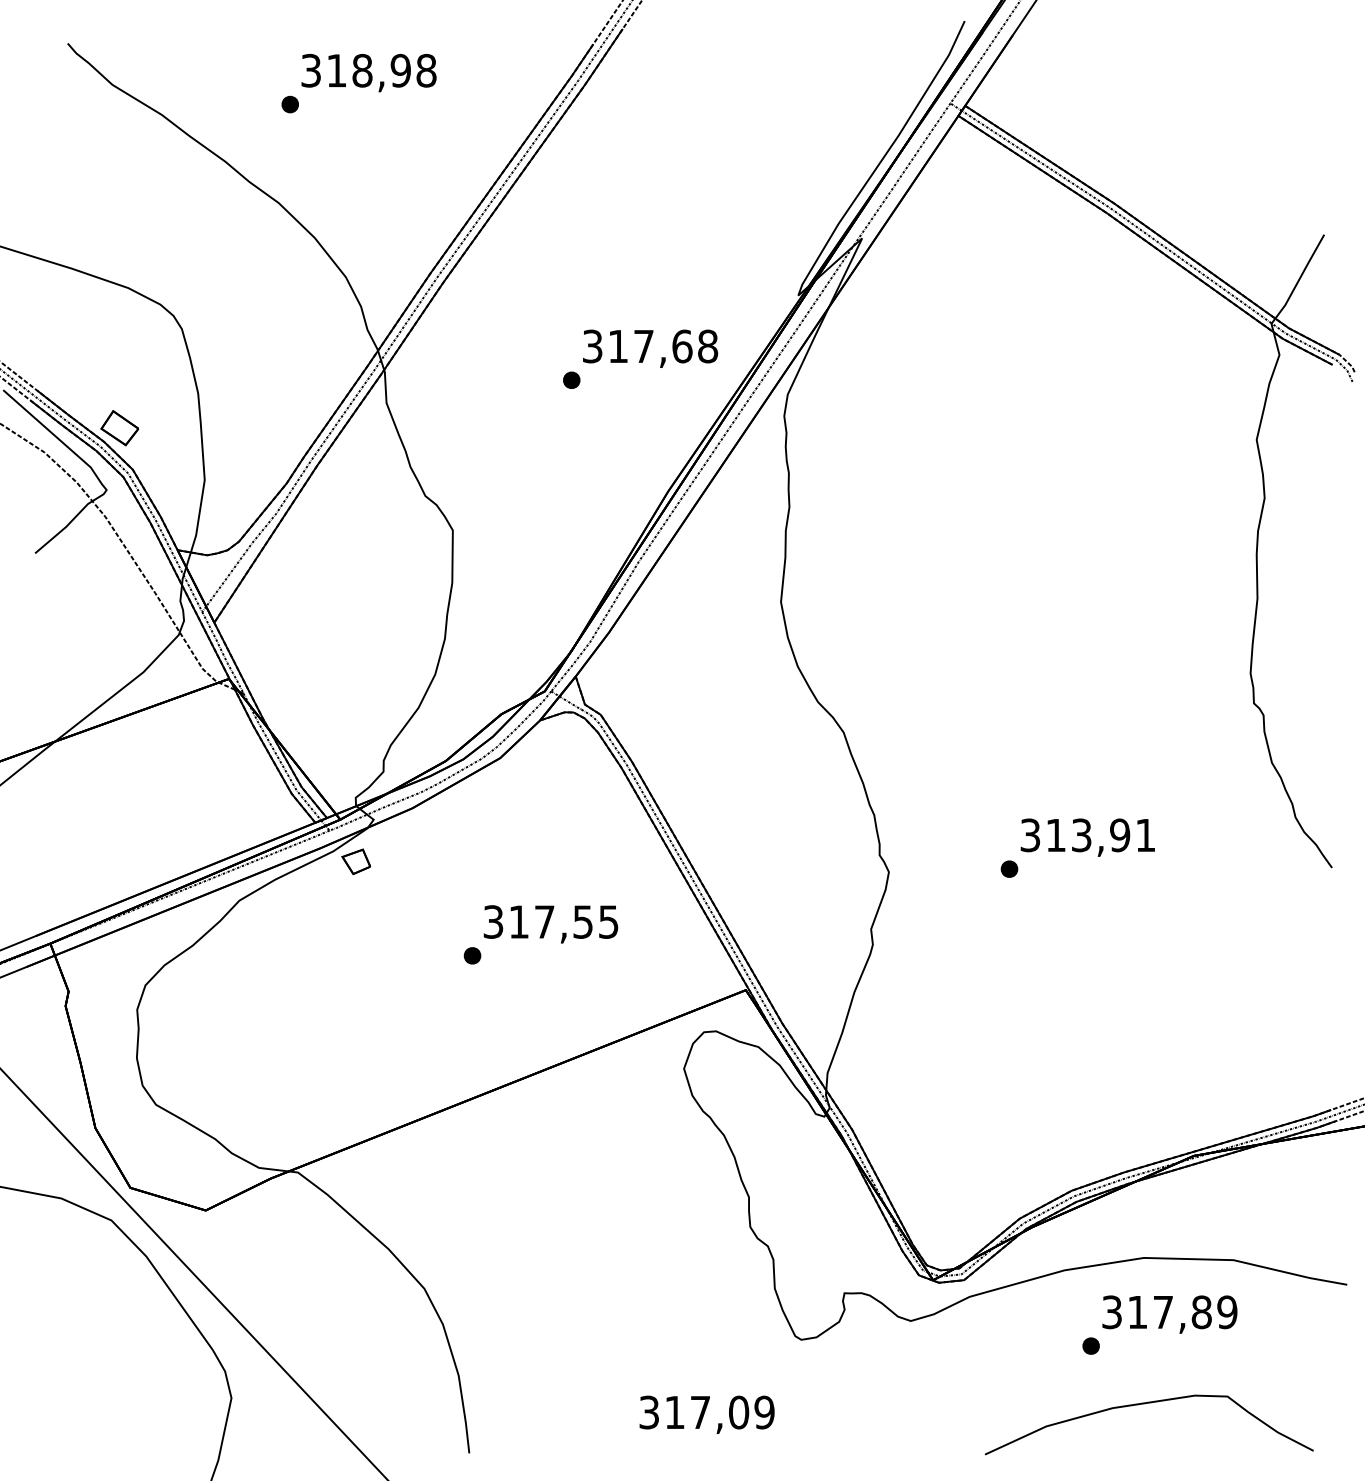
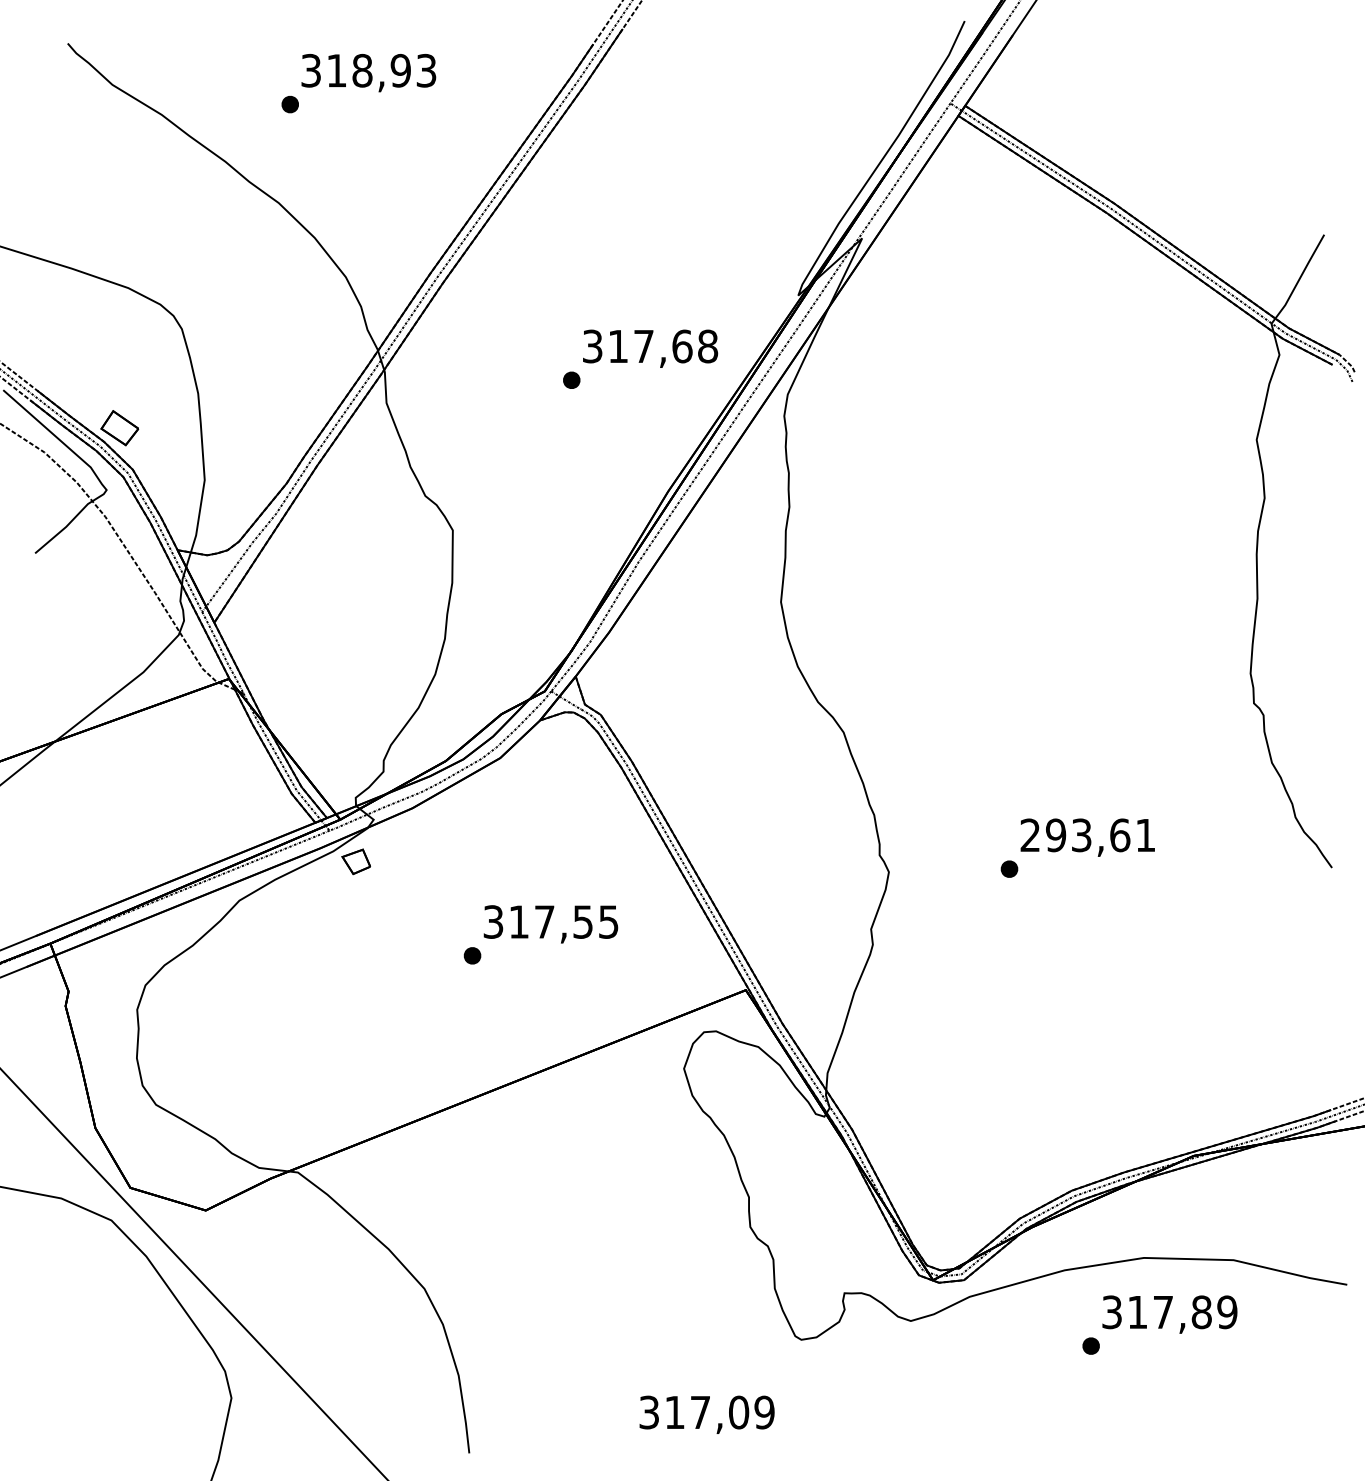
text at (426, 70): 318,98 -> 318,93
text at (1075, 835): 313,91 -> 293,61
curve at (1145, 1404): present -> none
